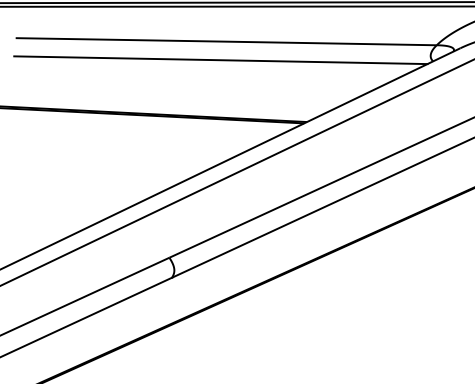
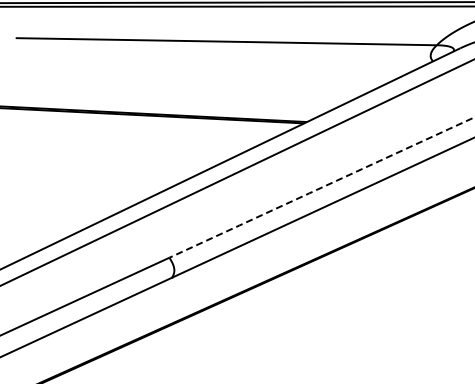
line at (220, 60): present -> none
arc at (322, 187): solid -> dashed
